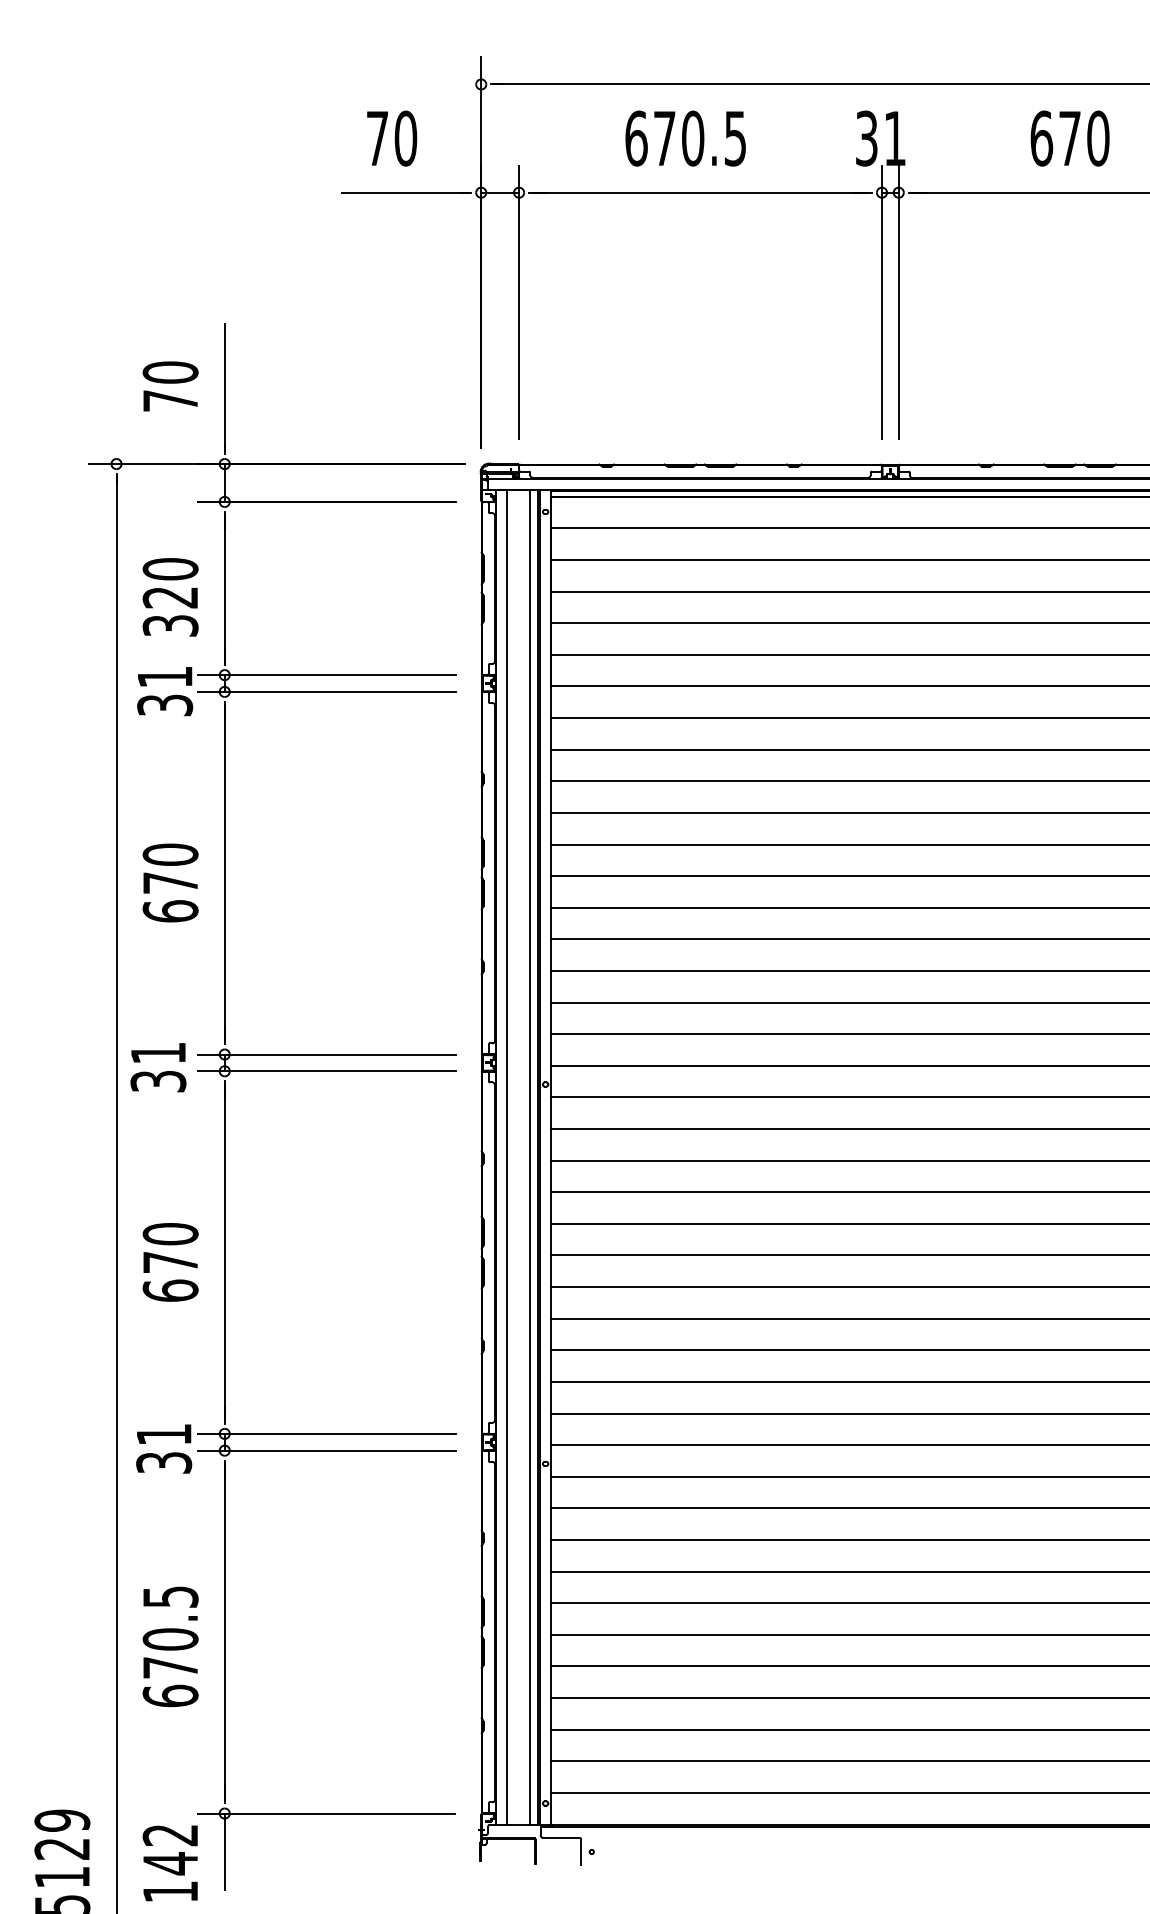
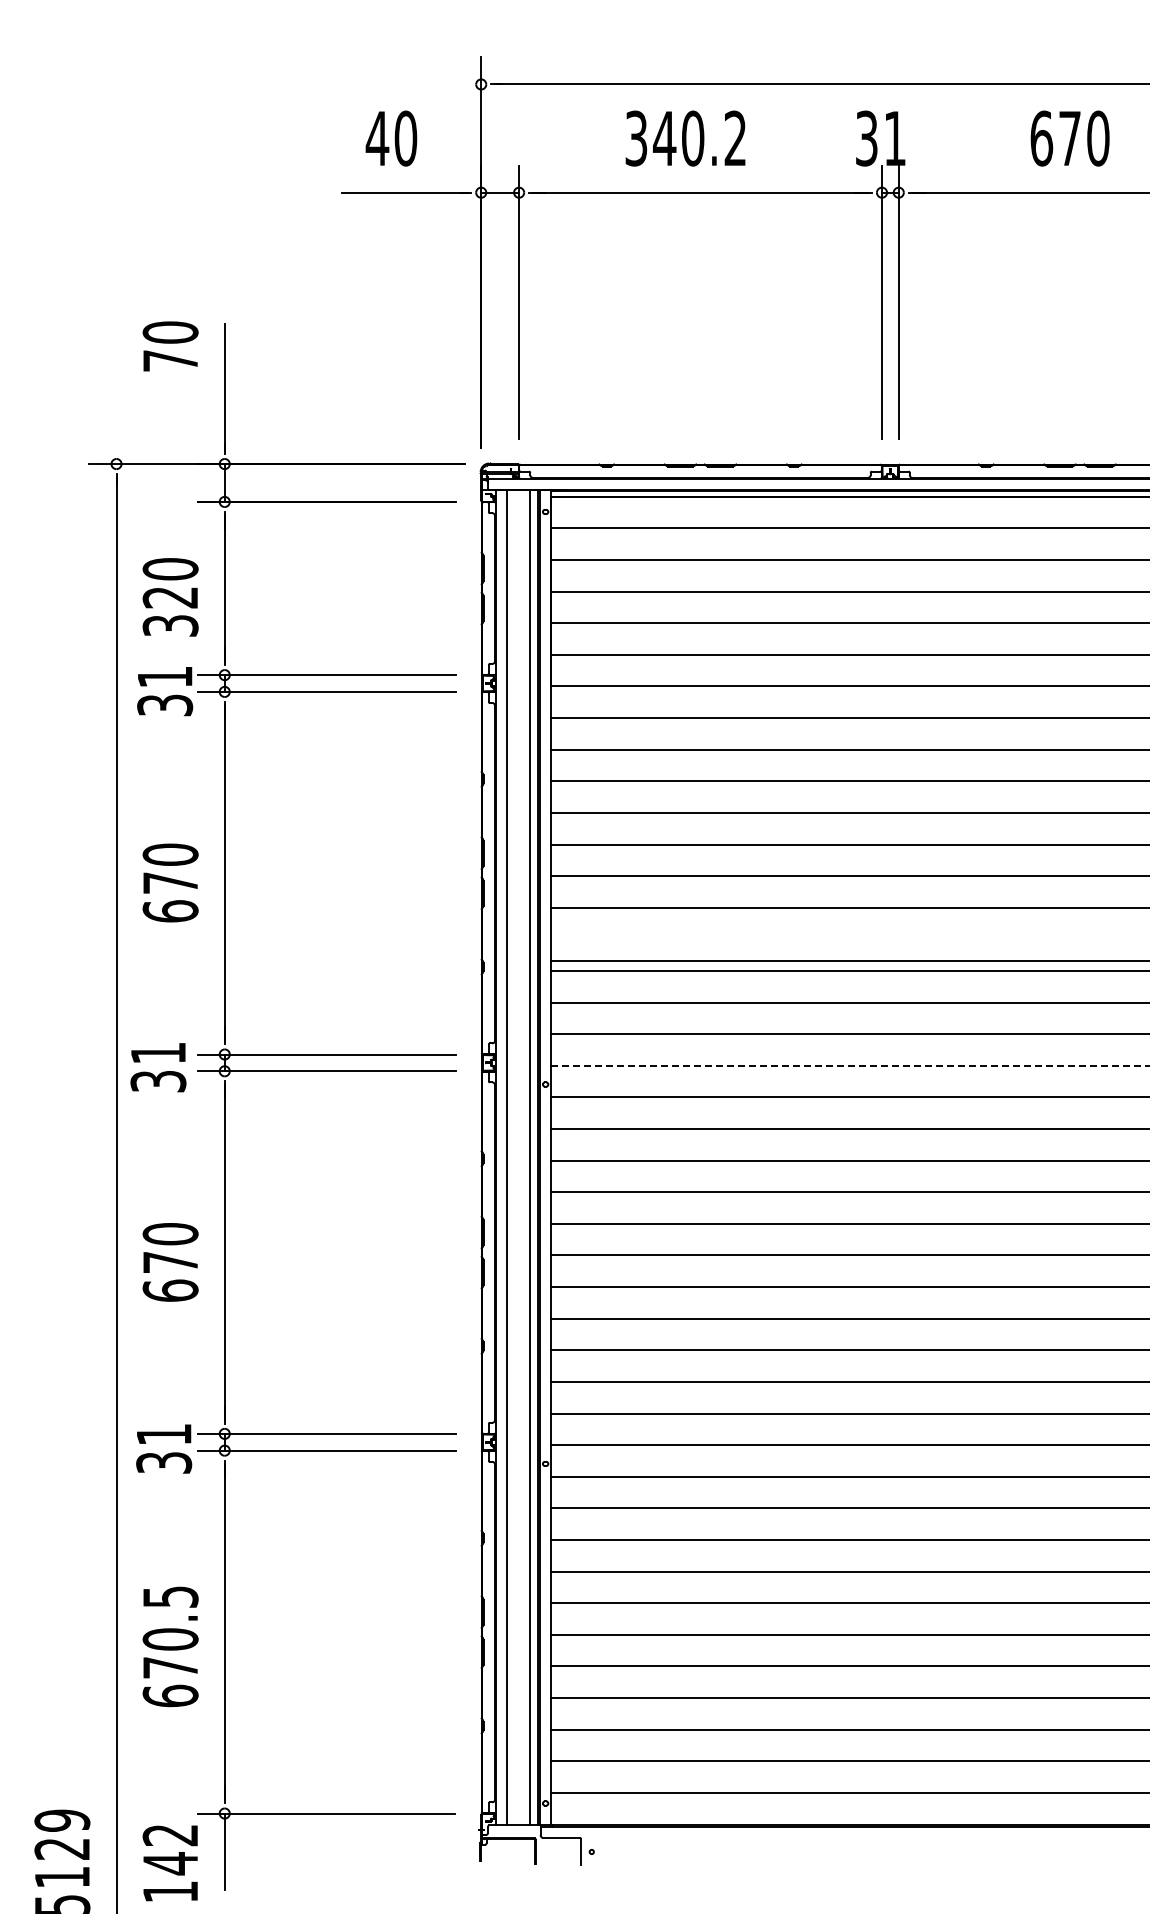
text at (377, 138): 70 -> 40
text at (685, 138): 670.5 -> 340.2
text at (170, 386) position: (170, 386) -> (170, 346)
line at (848, 939) position: (848, 939) -> (848, 961)
line at (850, 1065): solid -> dashed
